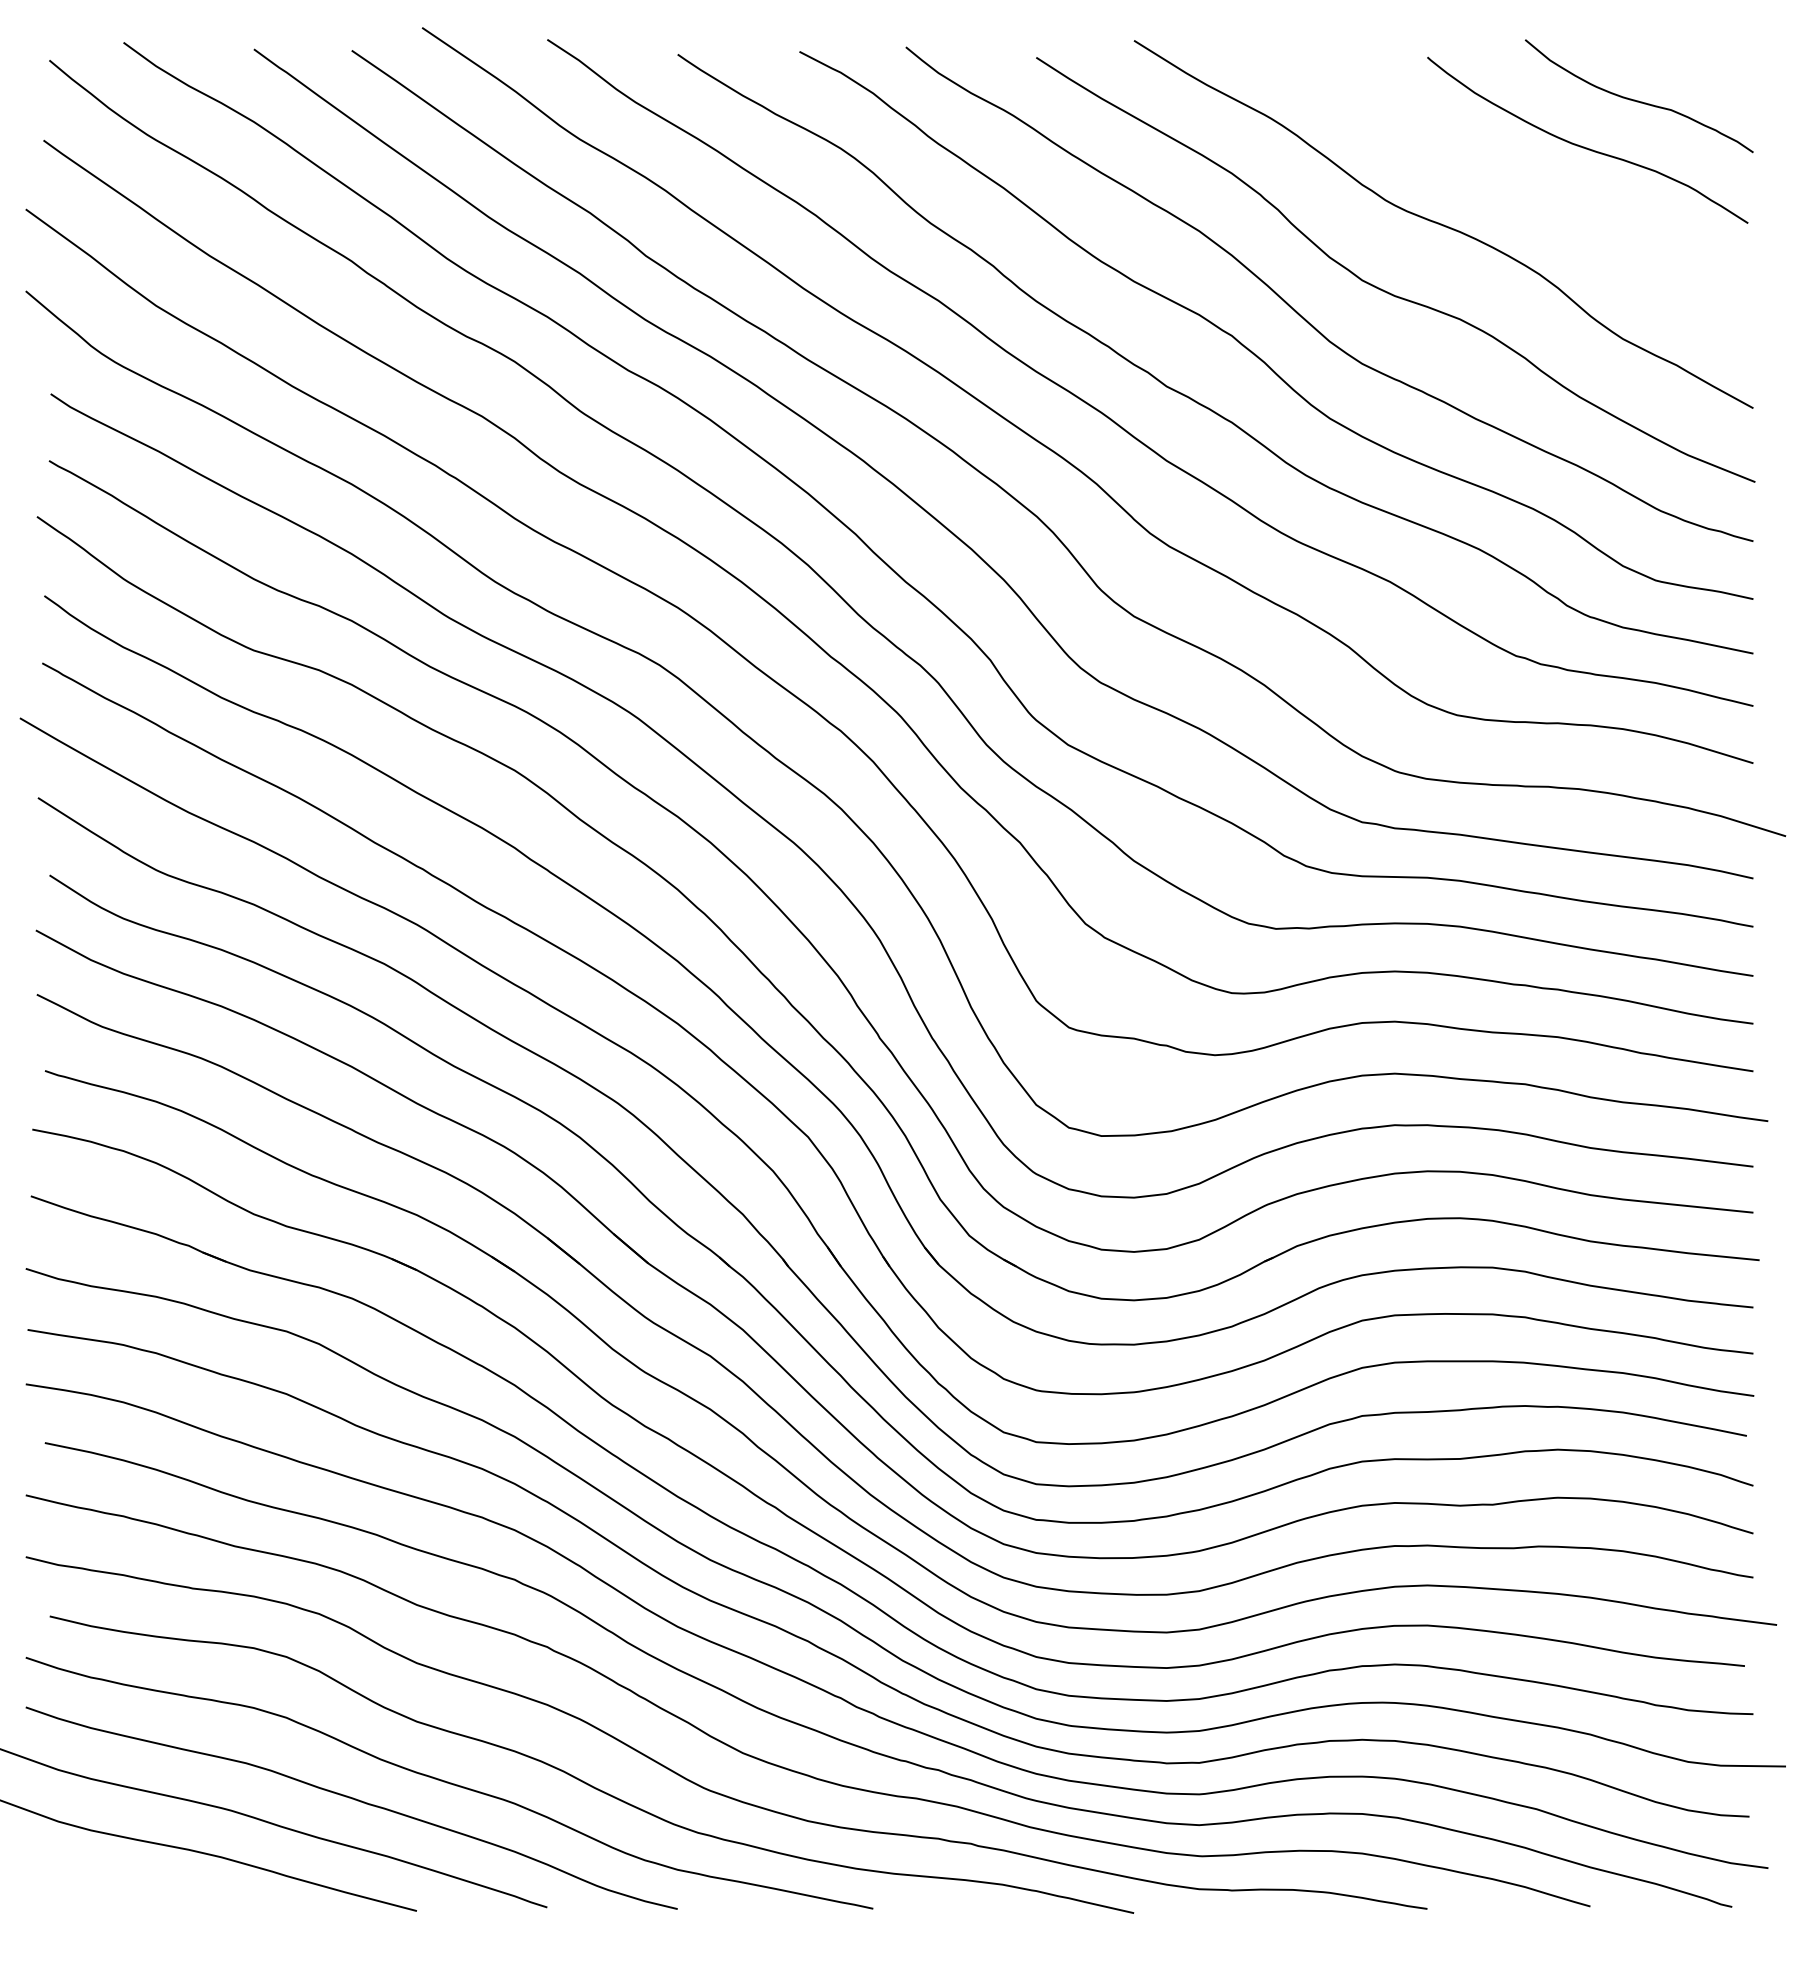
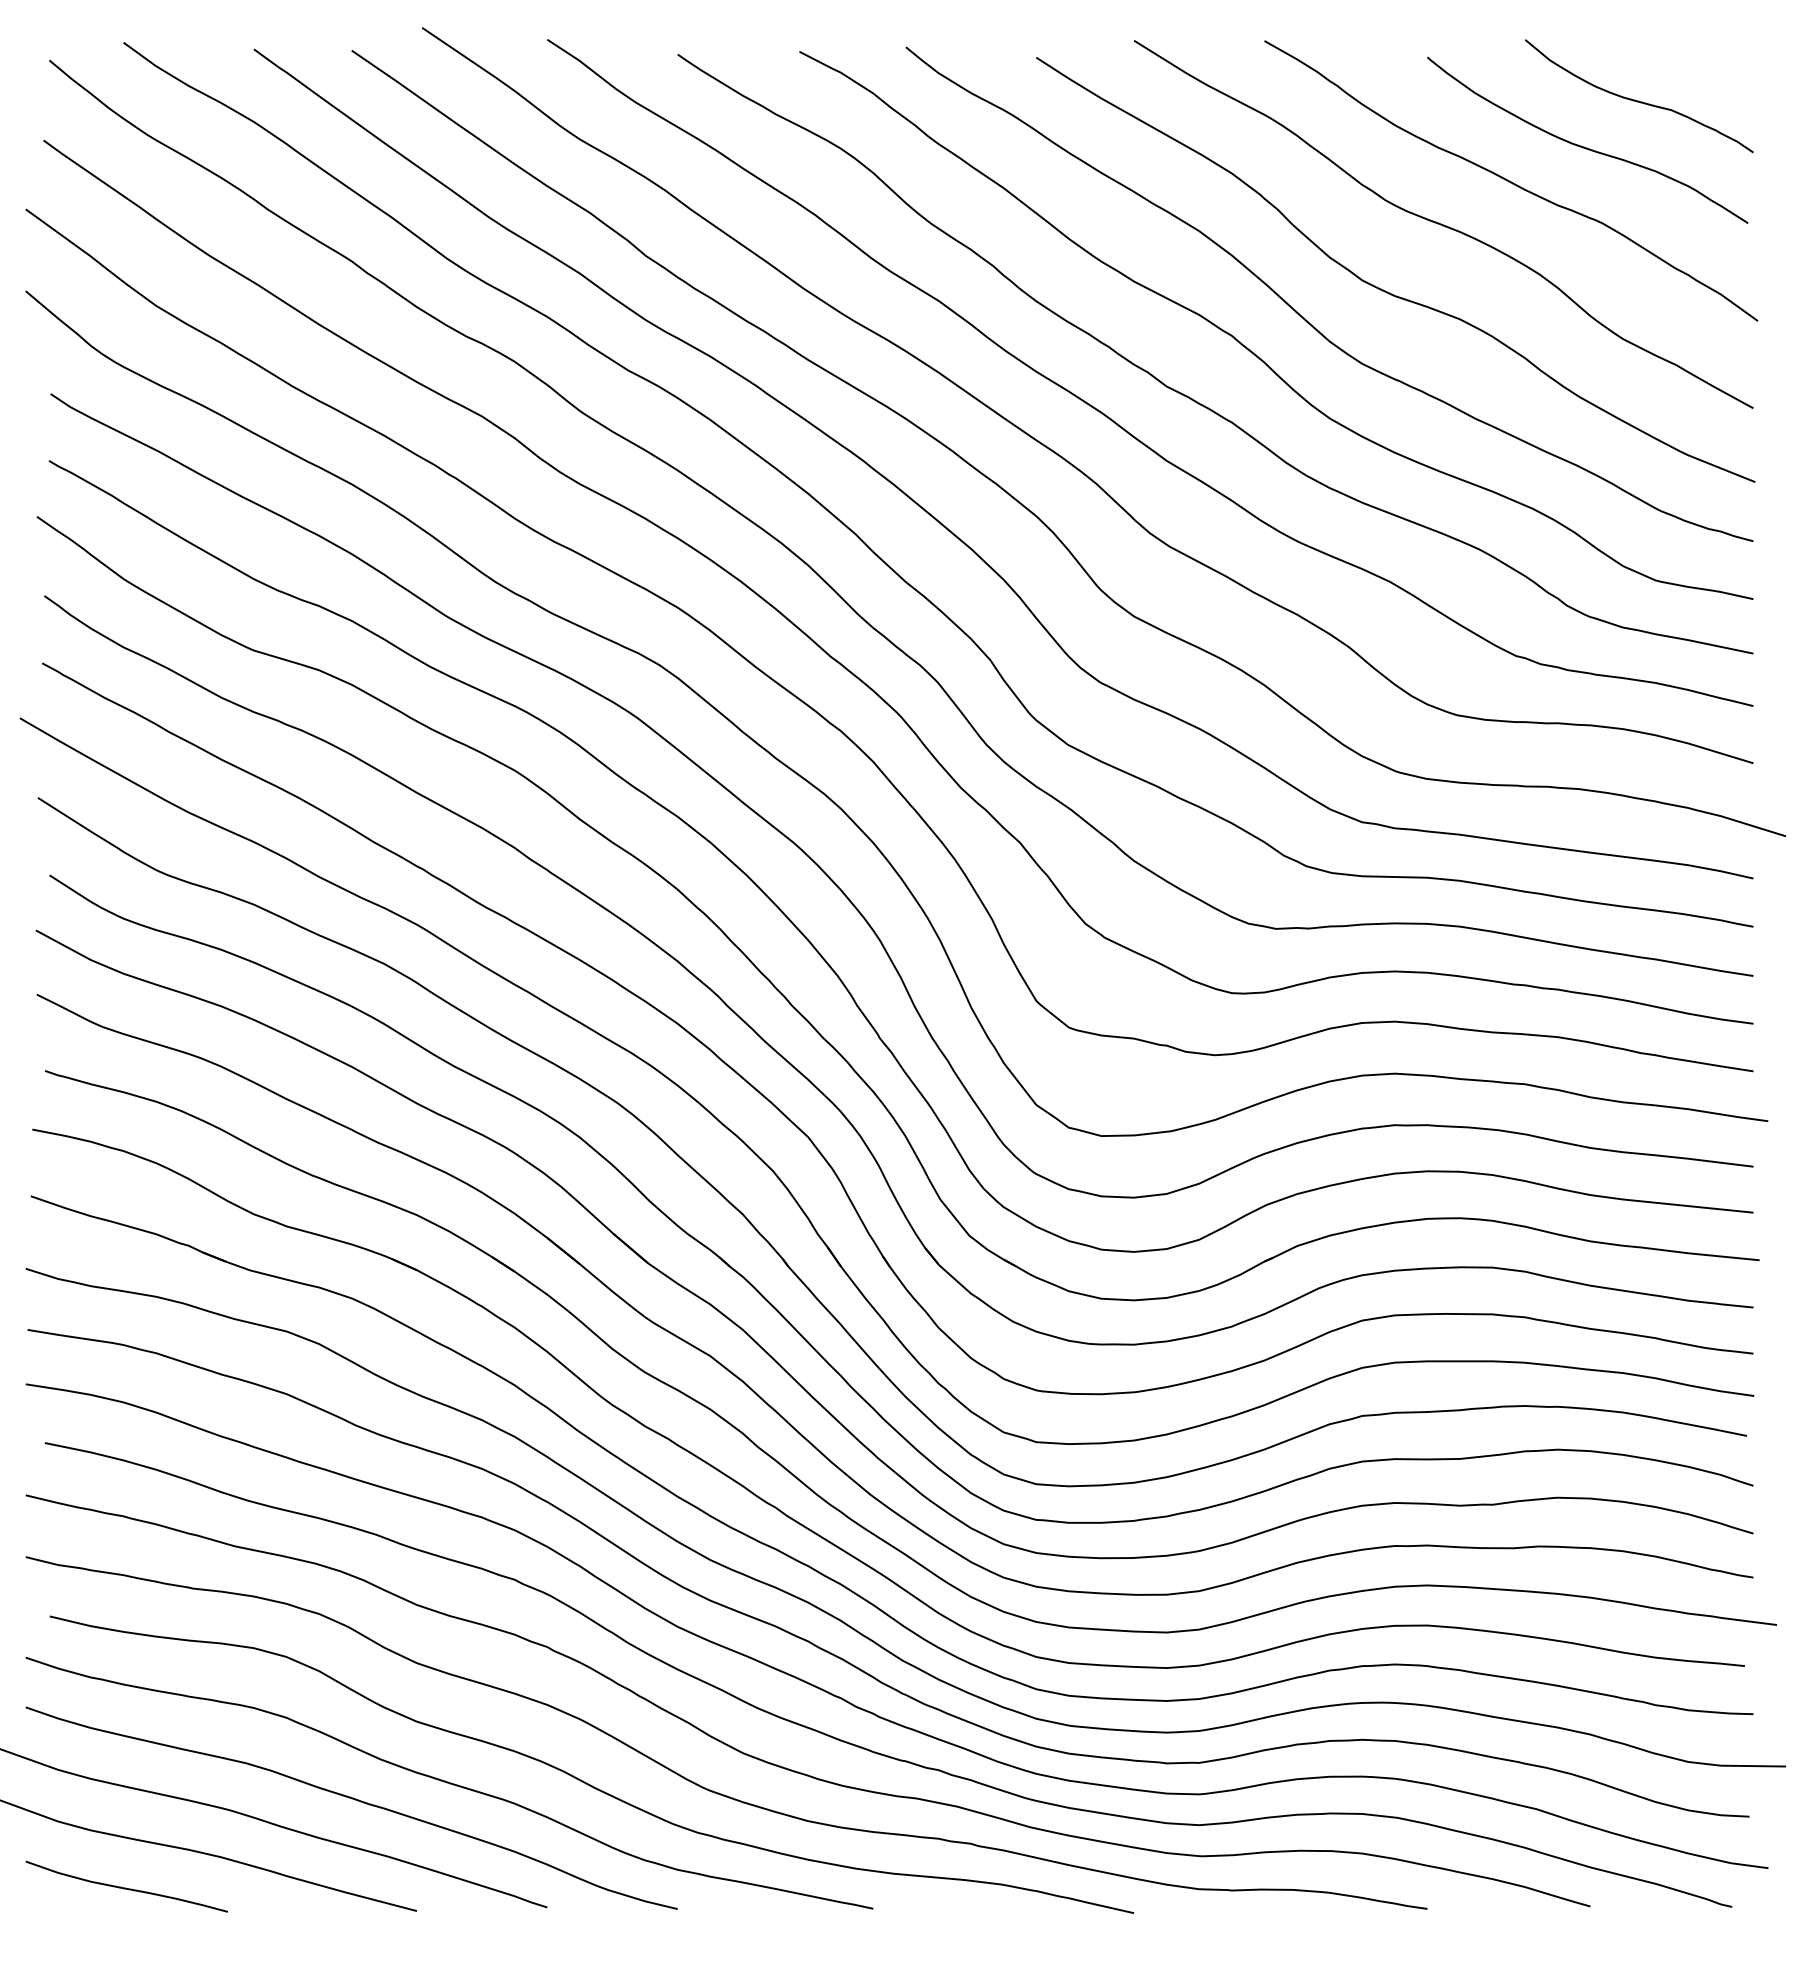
curve at (1511, 181): none -> present
curve at (126, 1887): none -> present
